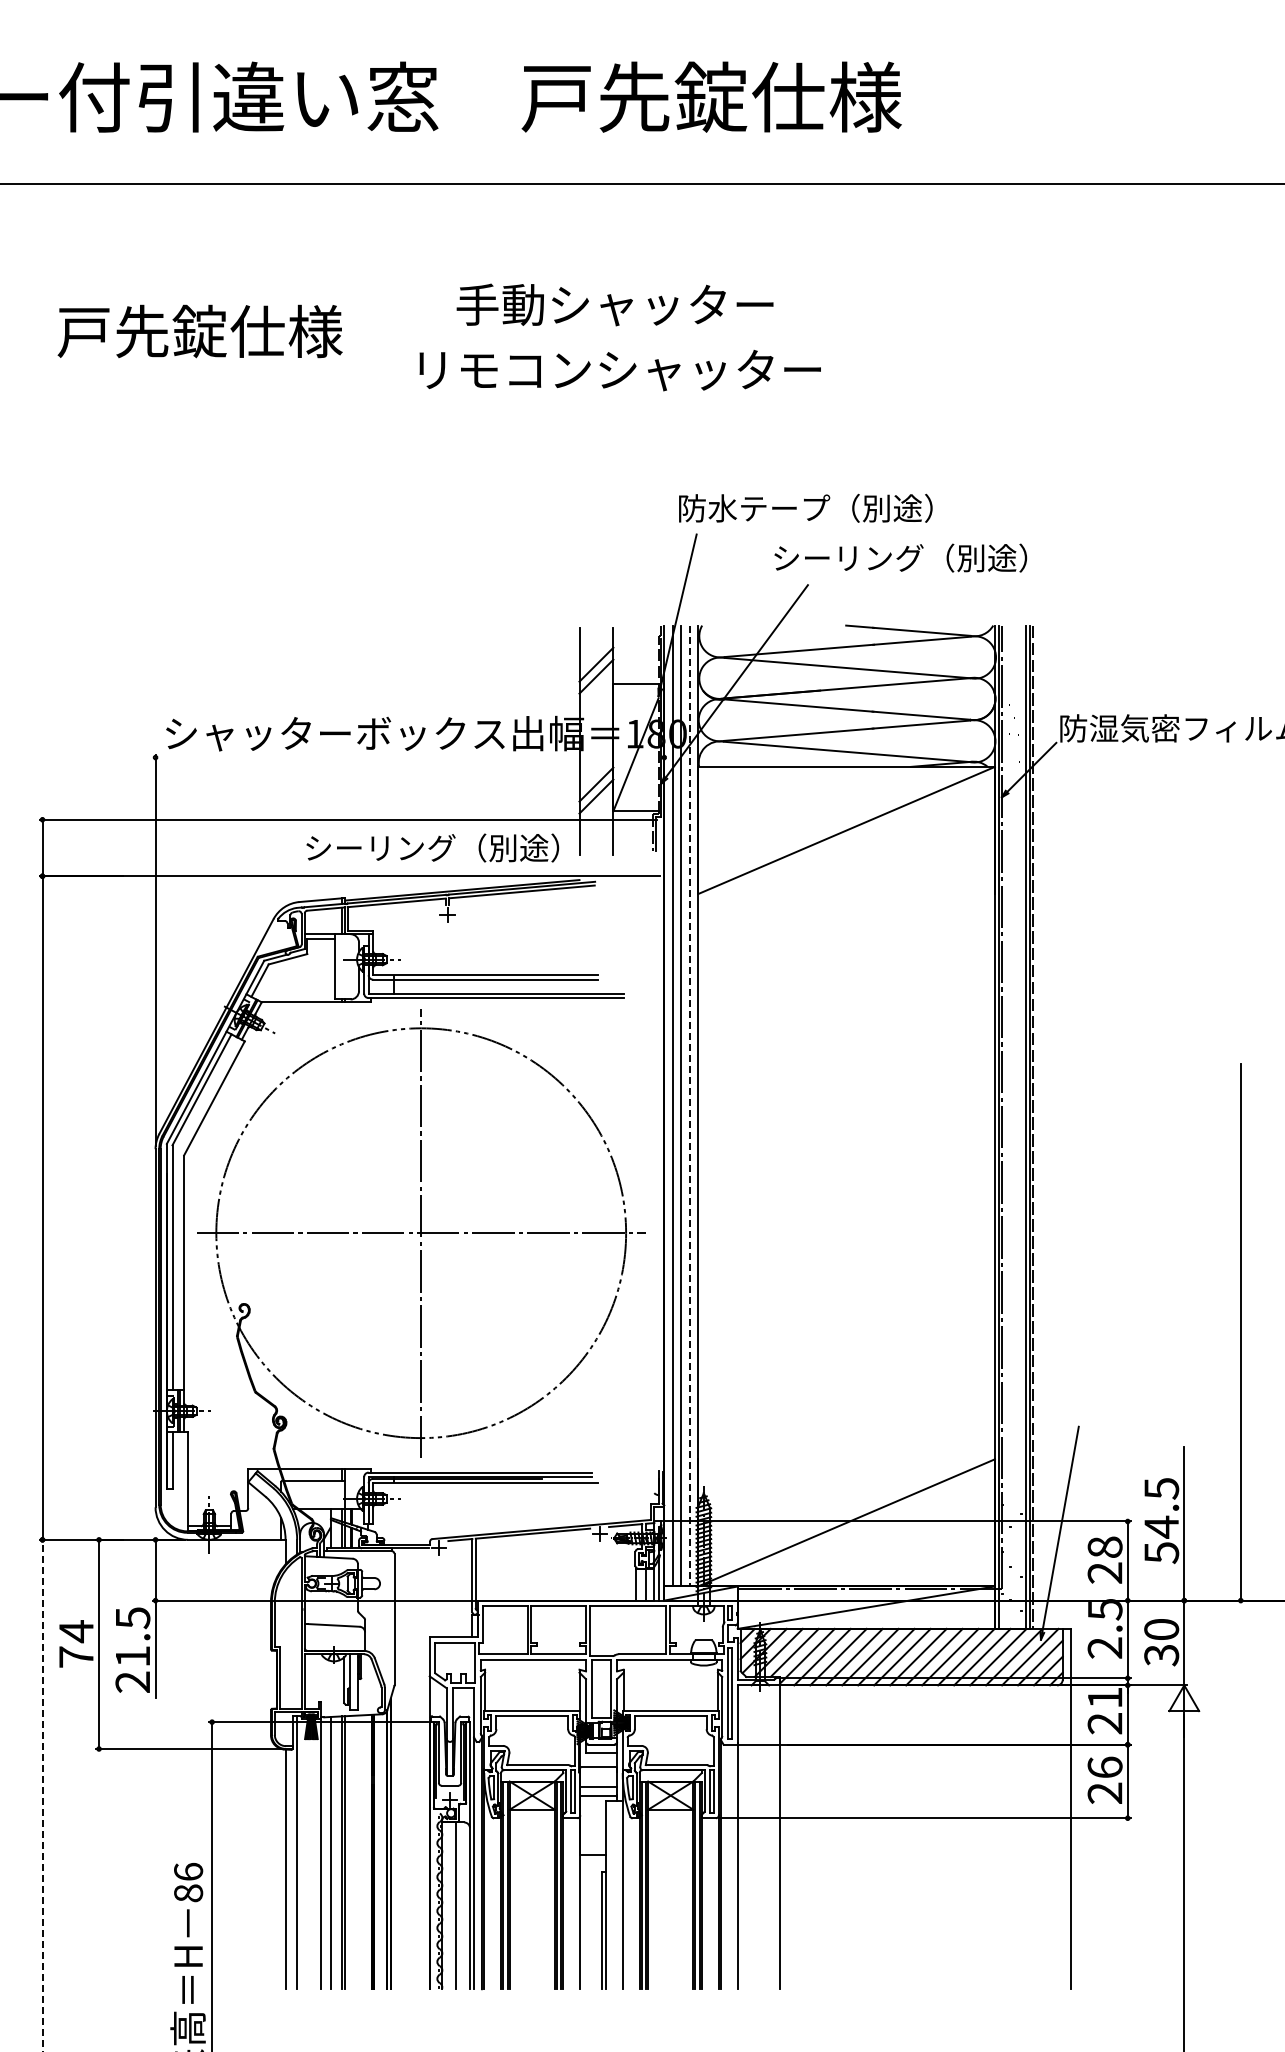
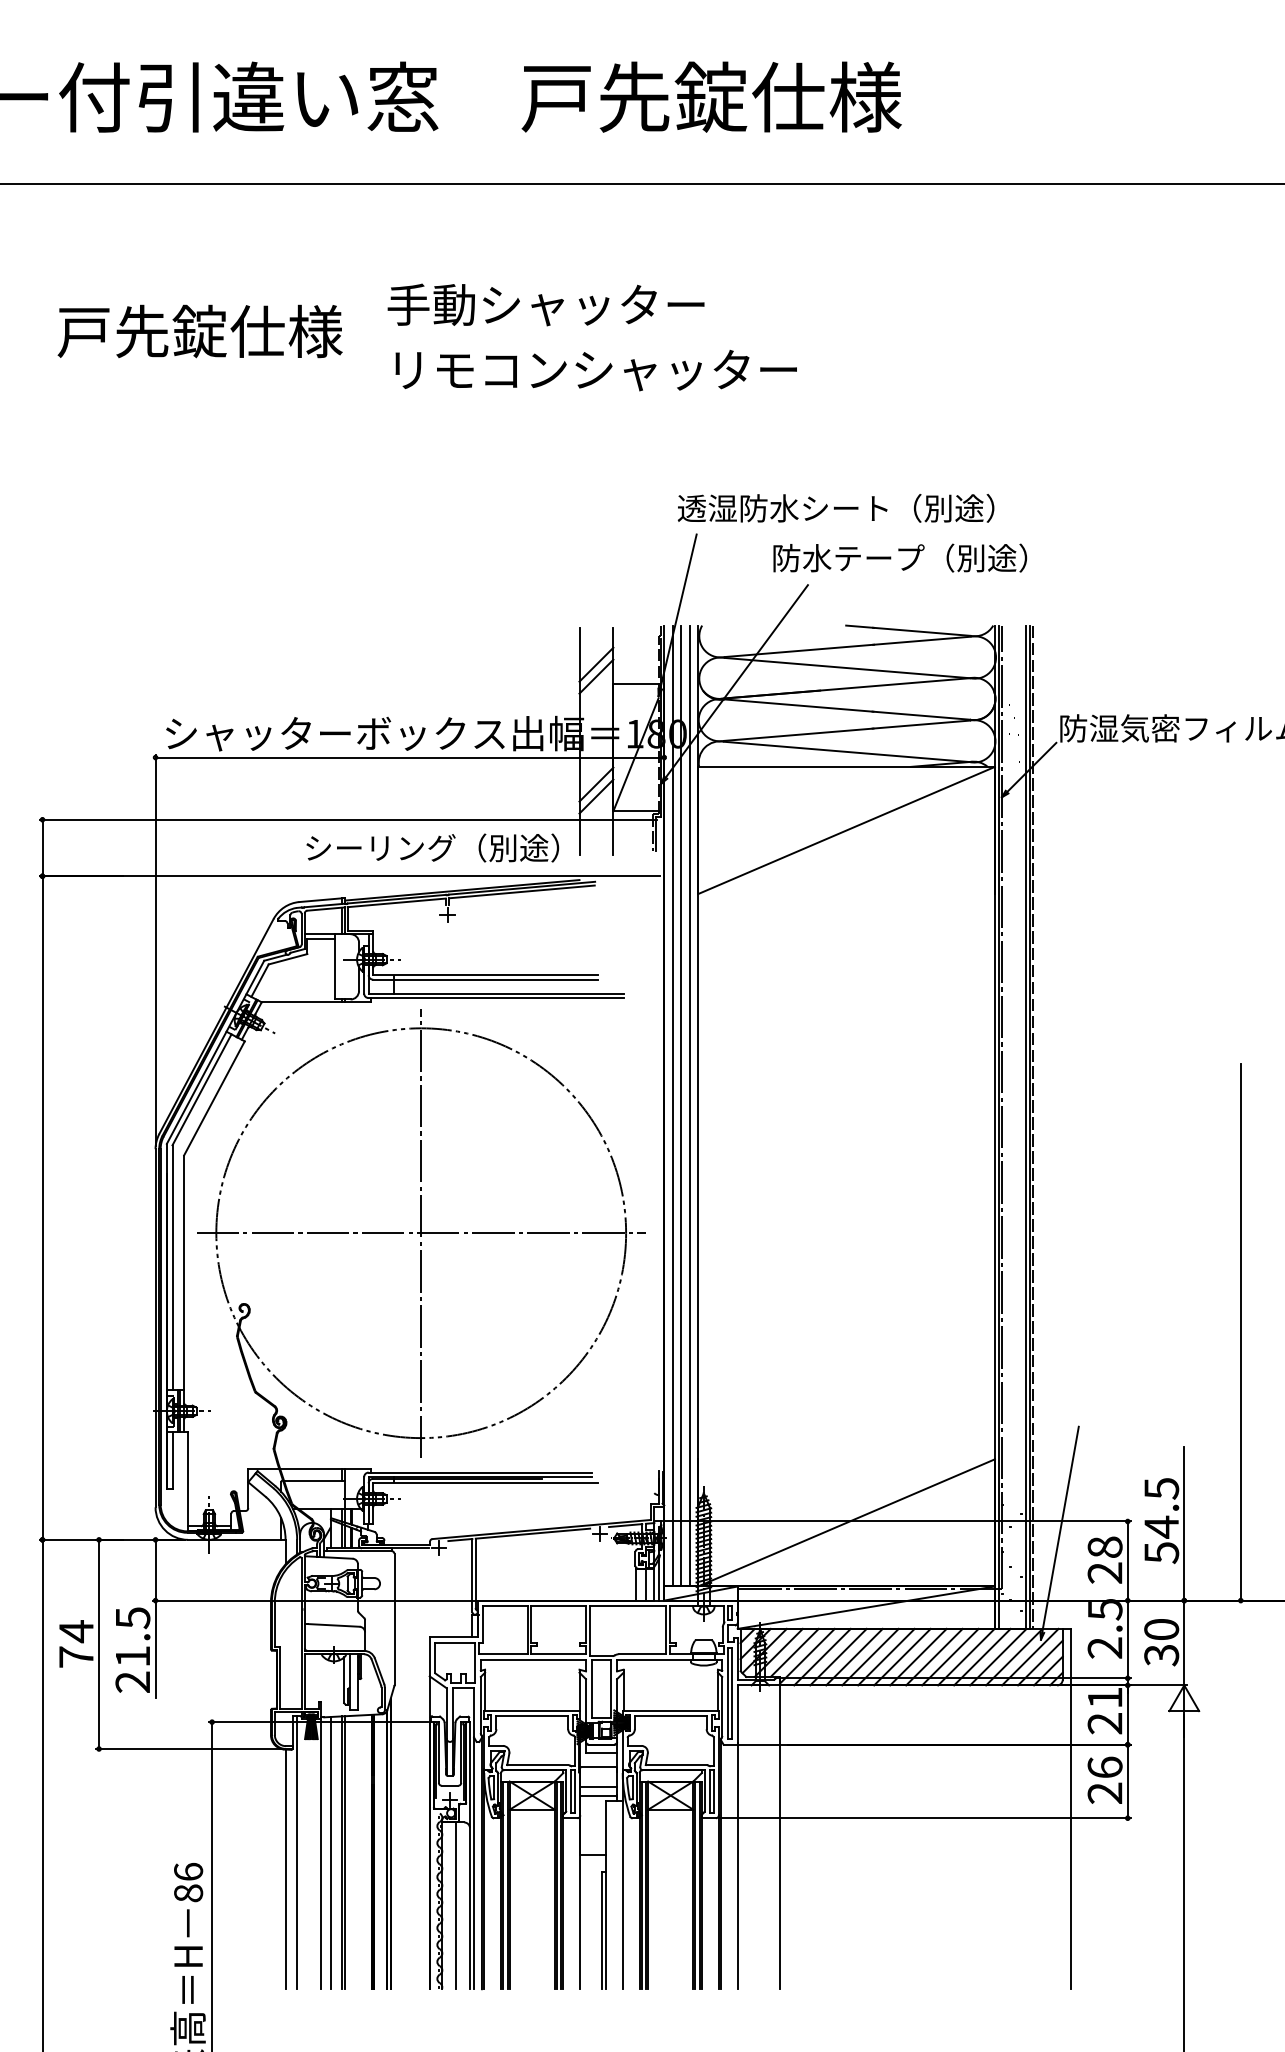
text at (614, 304) position: (614, 304) -> (545, 304)
text at (619, 370) position: (619, 370) -> (595, 370)
text at (835, 507): 防水テープ（別途） -> 透湿防水シート（別途）
text at (848, 558): シーリング（別途） -> 防水テープ（別途）
line at (409, 757): none -> present
line at (689, 1106): dashed -> solid
line at (42, 1795): dashed -> solid
